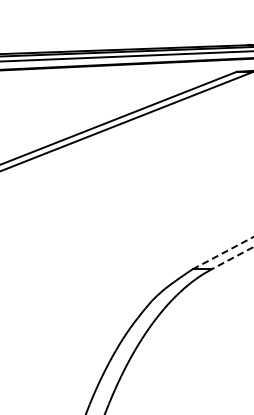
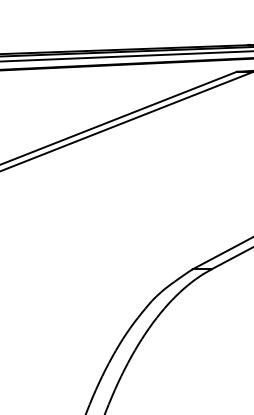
line at (223, 252): dashed -> solid
line at (232, 258): dashed -> solid
